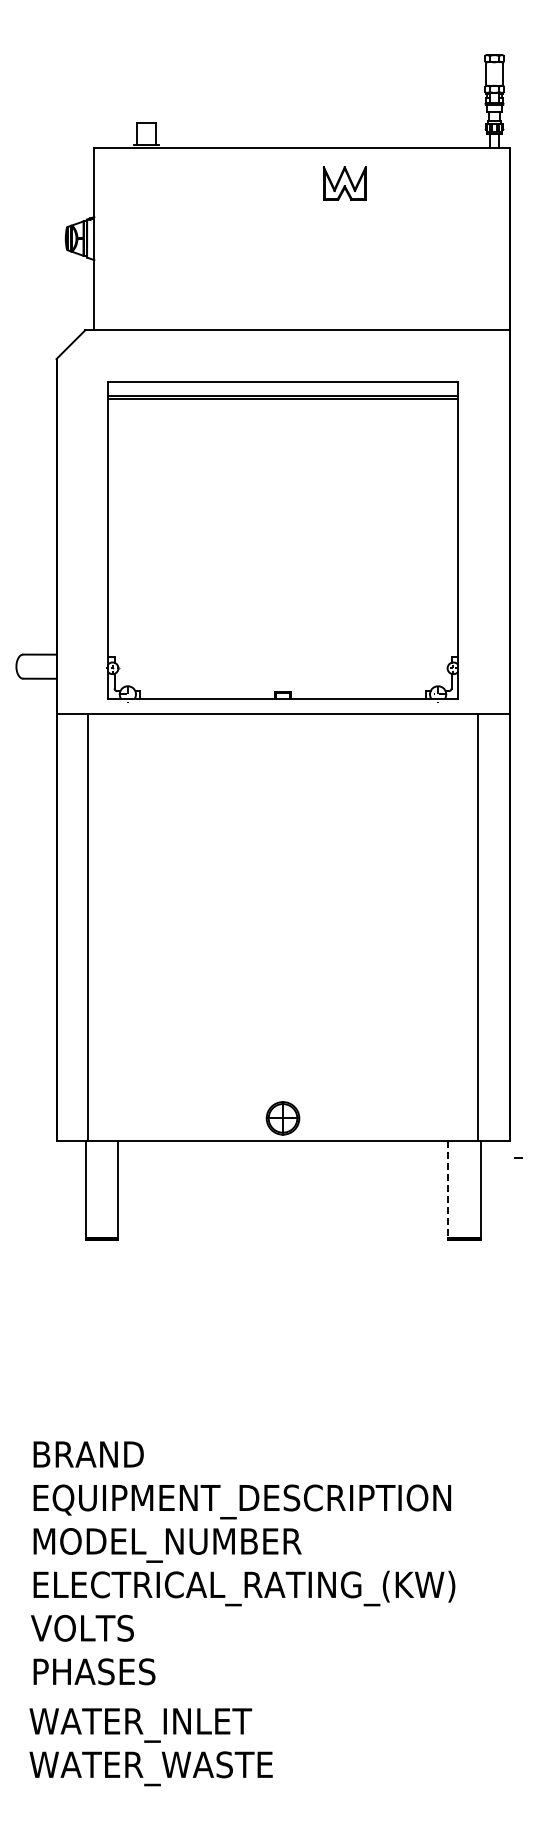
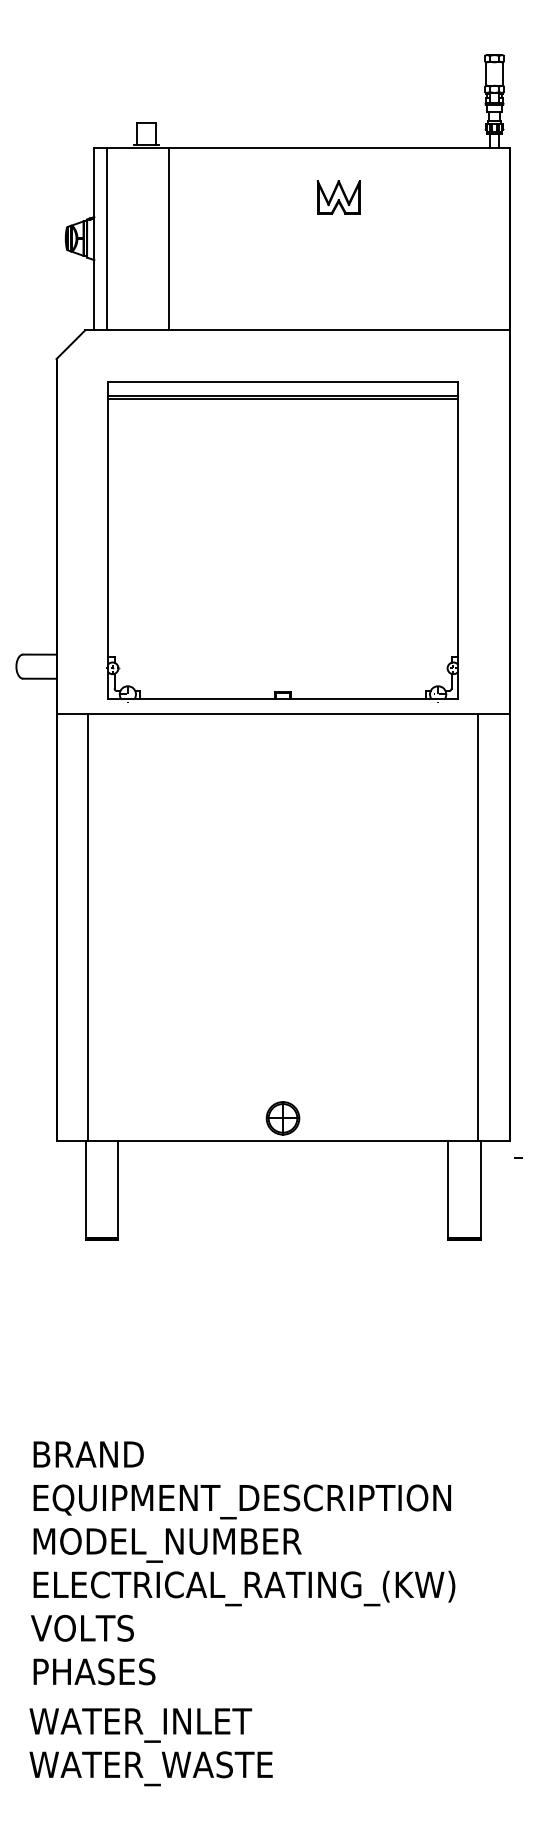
part at (344, 183) position: (344, 183) -> (338, 197)
line at (107, 238): none -> present
line at (168, 238): none -> present
line at (447, 1190): dashed -> solid
